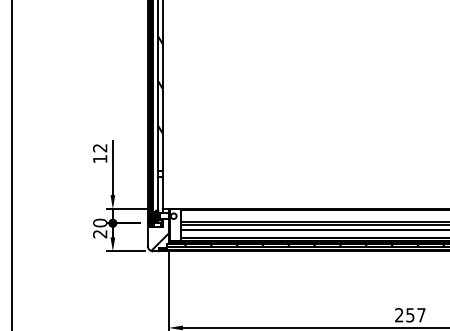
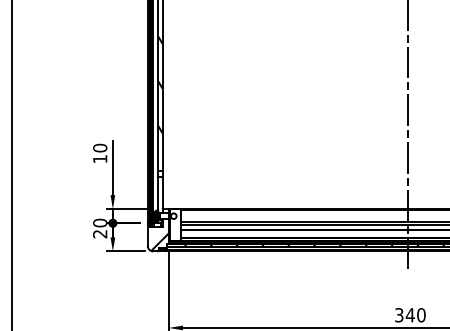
line at (408, 135): none -> present
text at (100, 147): 12 -> 10
text at (410, 315): 257 -> 340
